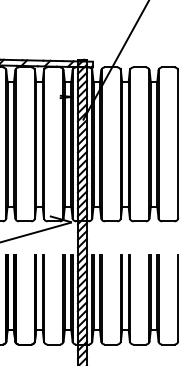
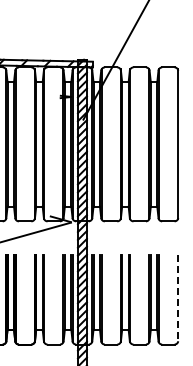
line at (177, 298): solid -> dashed
